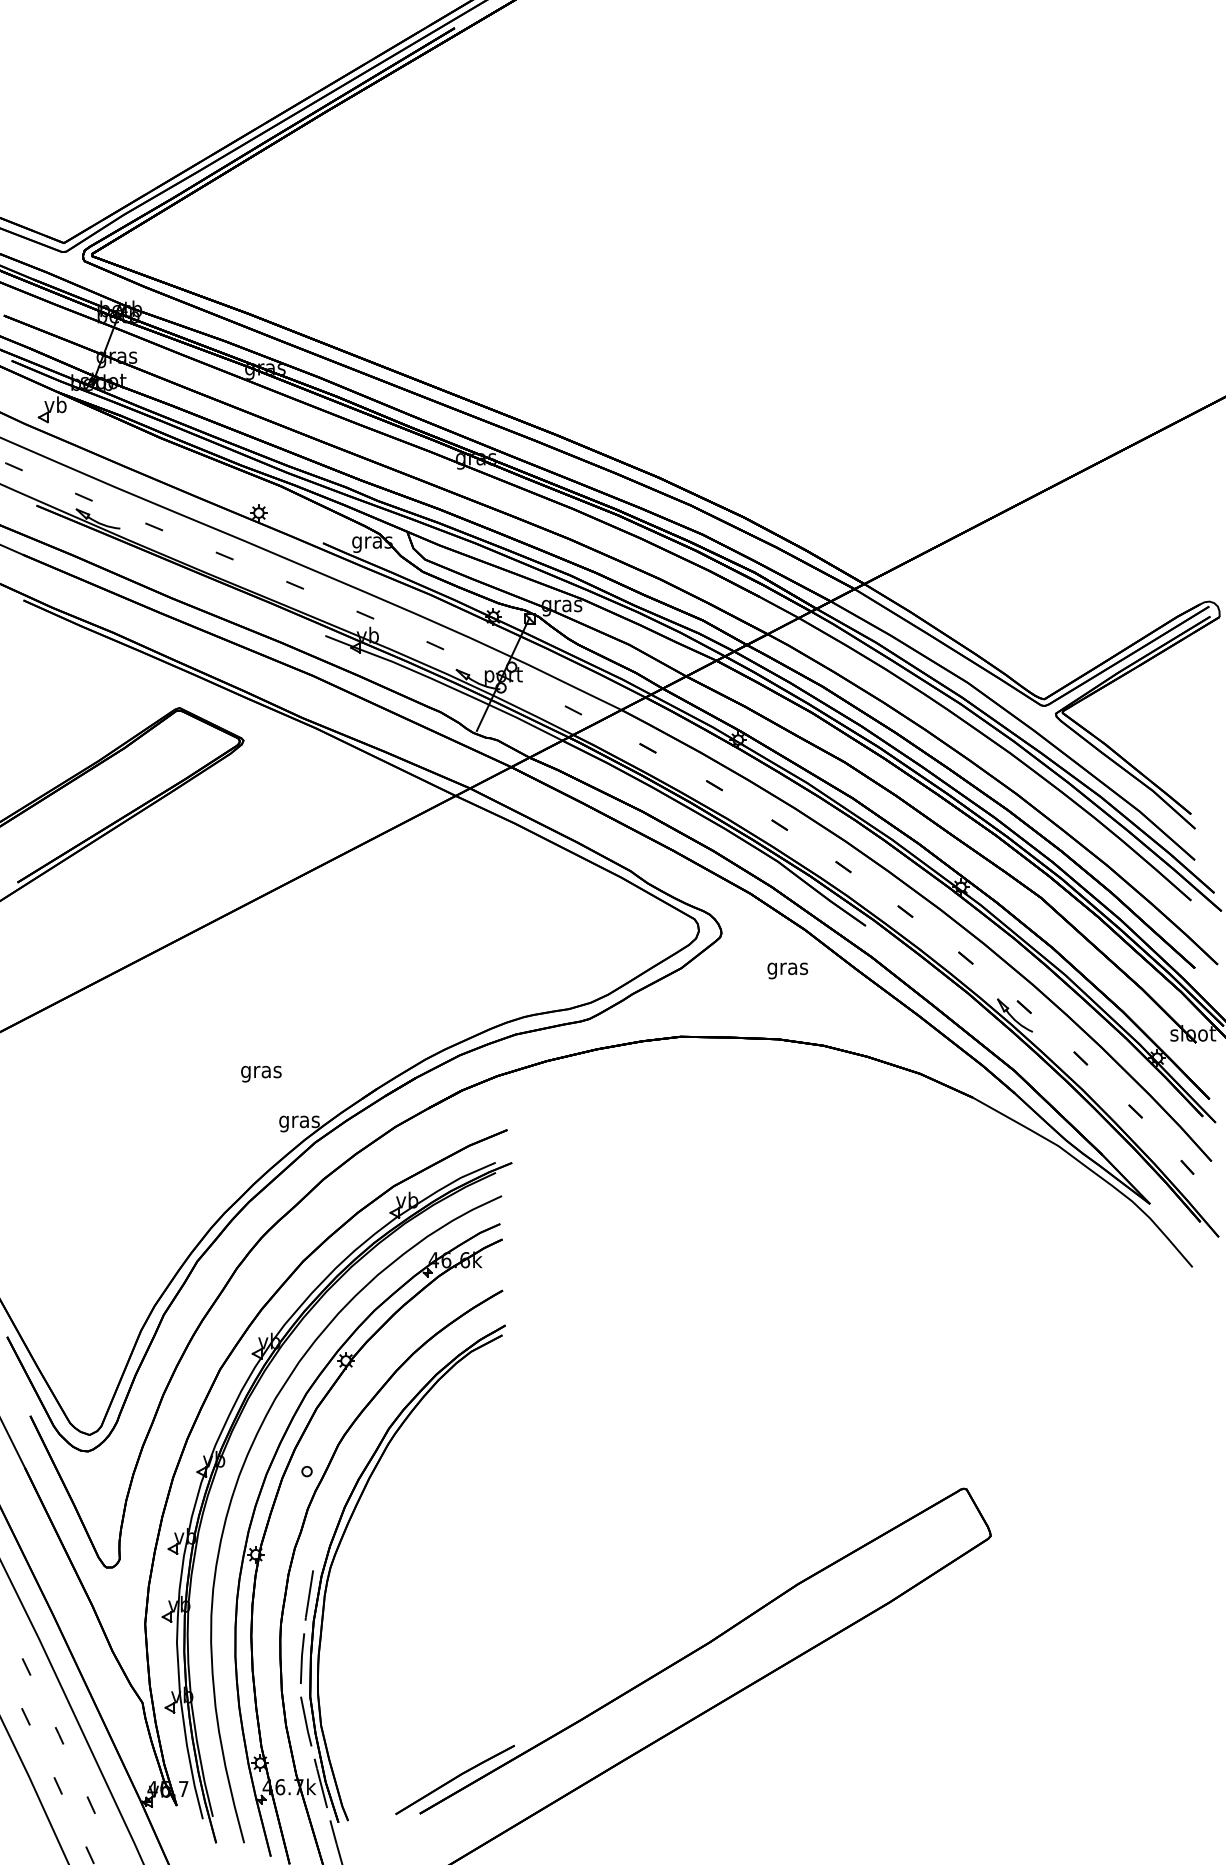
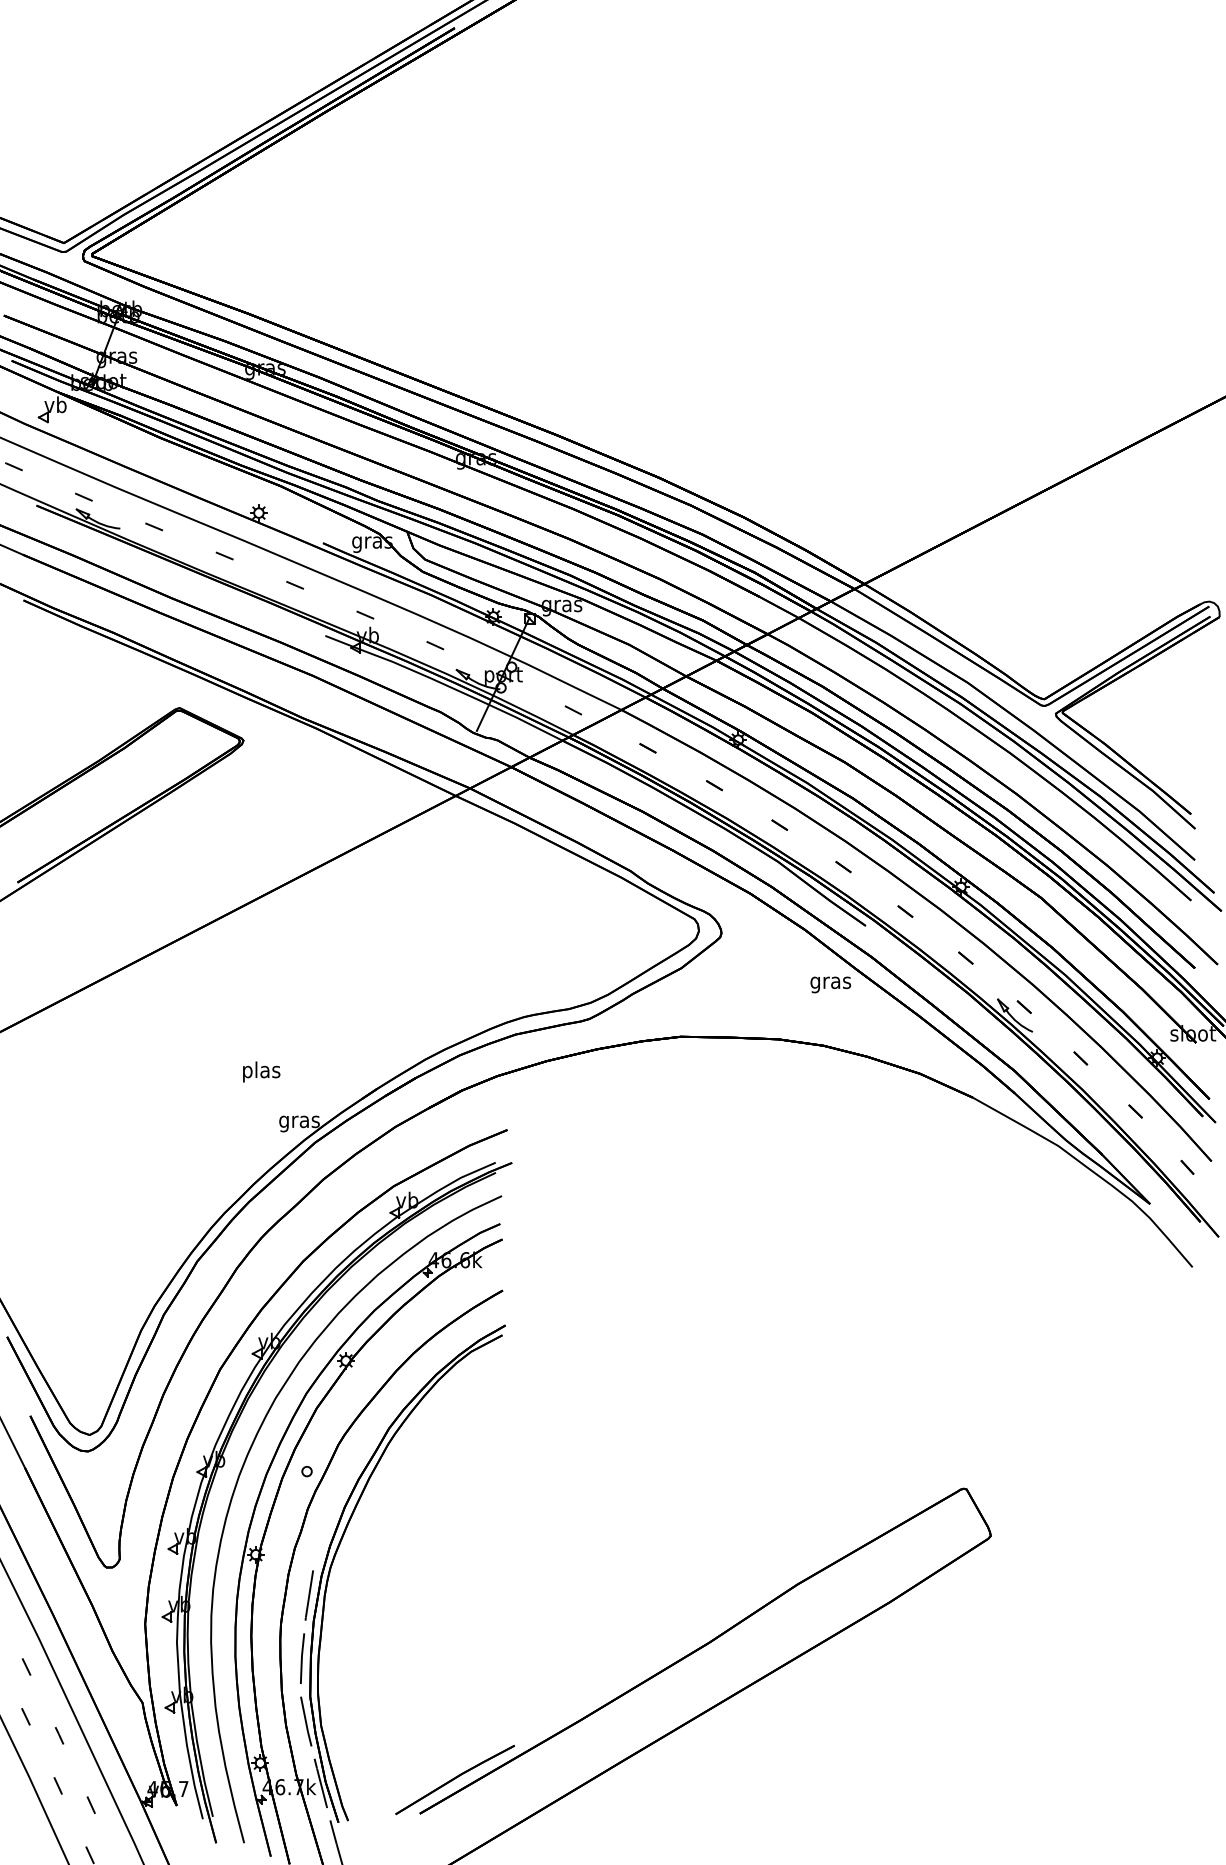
text at (787, 970) position: (787, 970) -> (830, 984)
text at (261, 1071): gras -> plas
